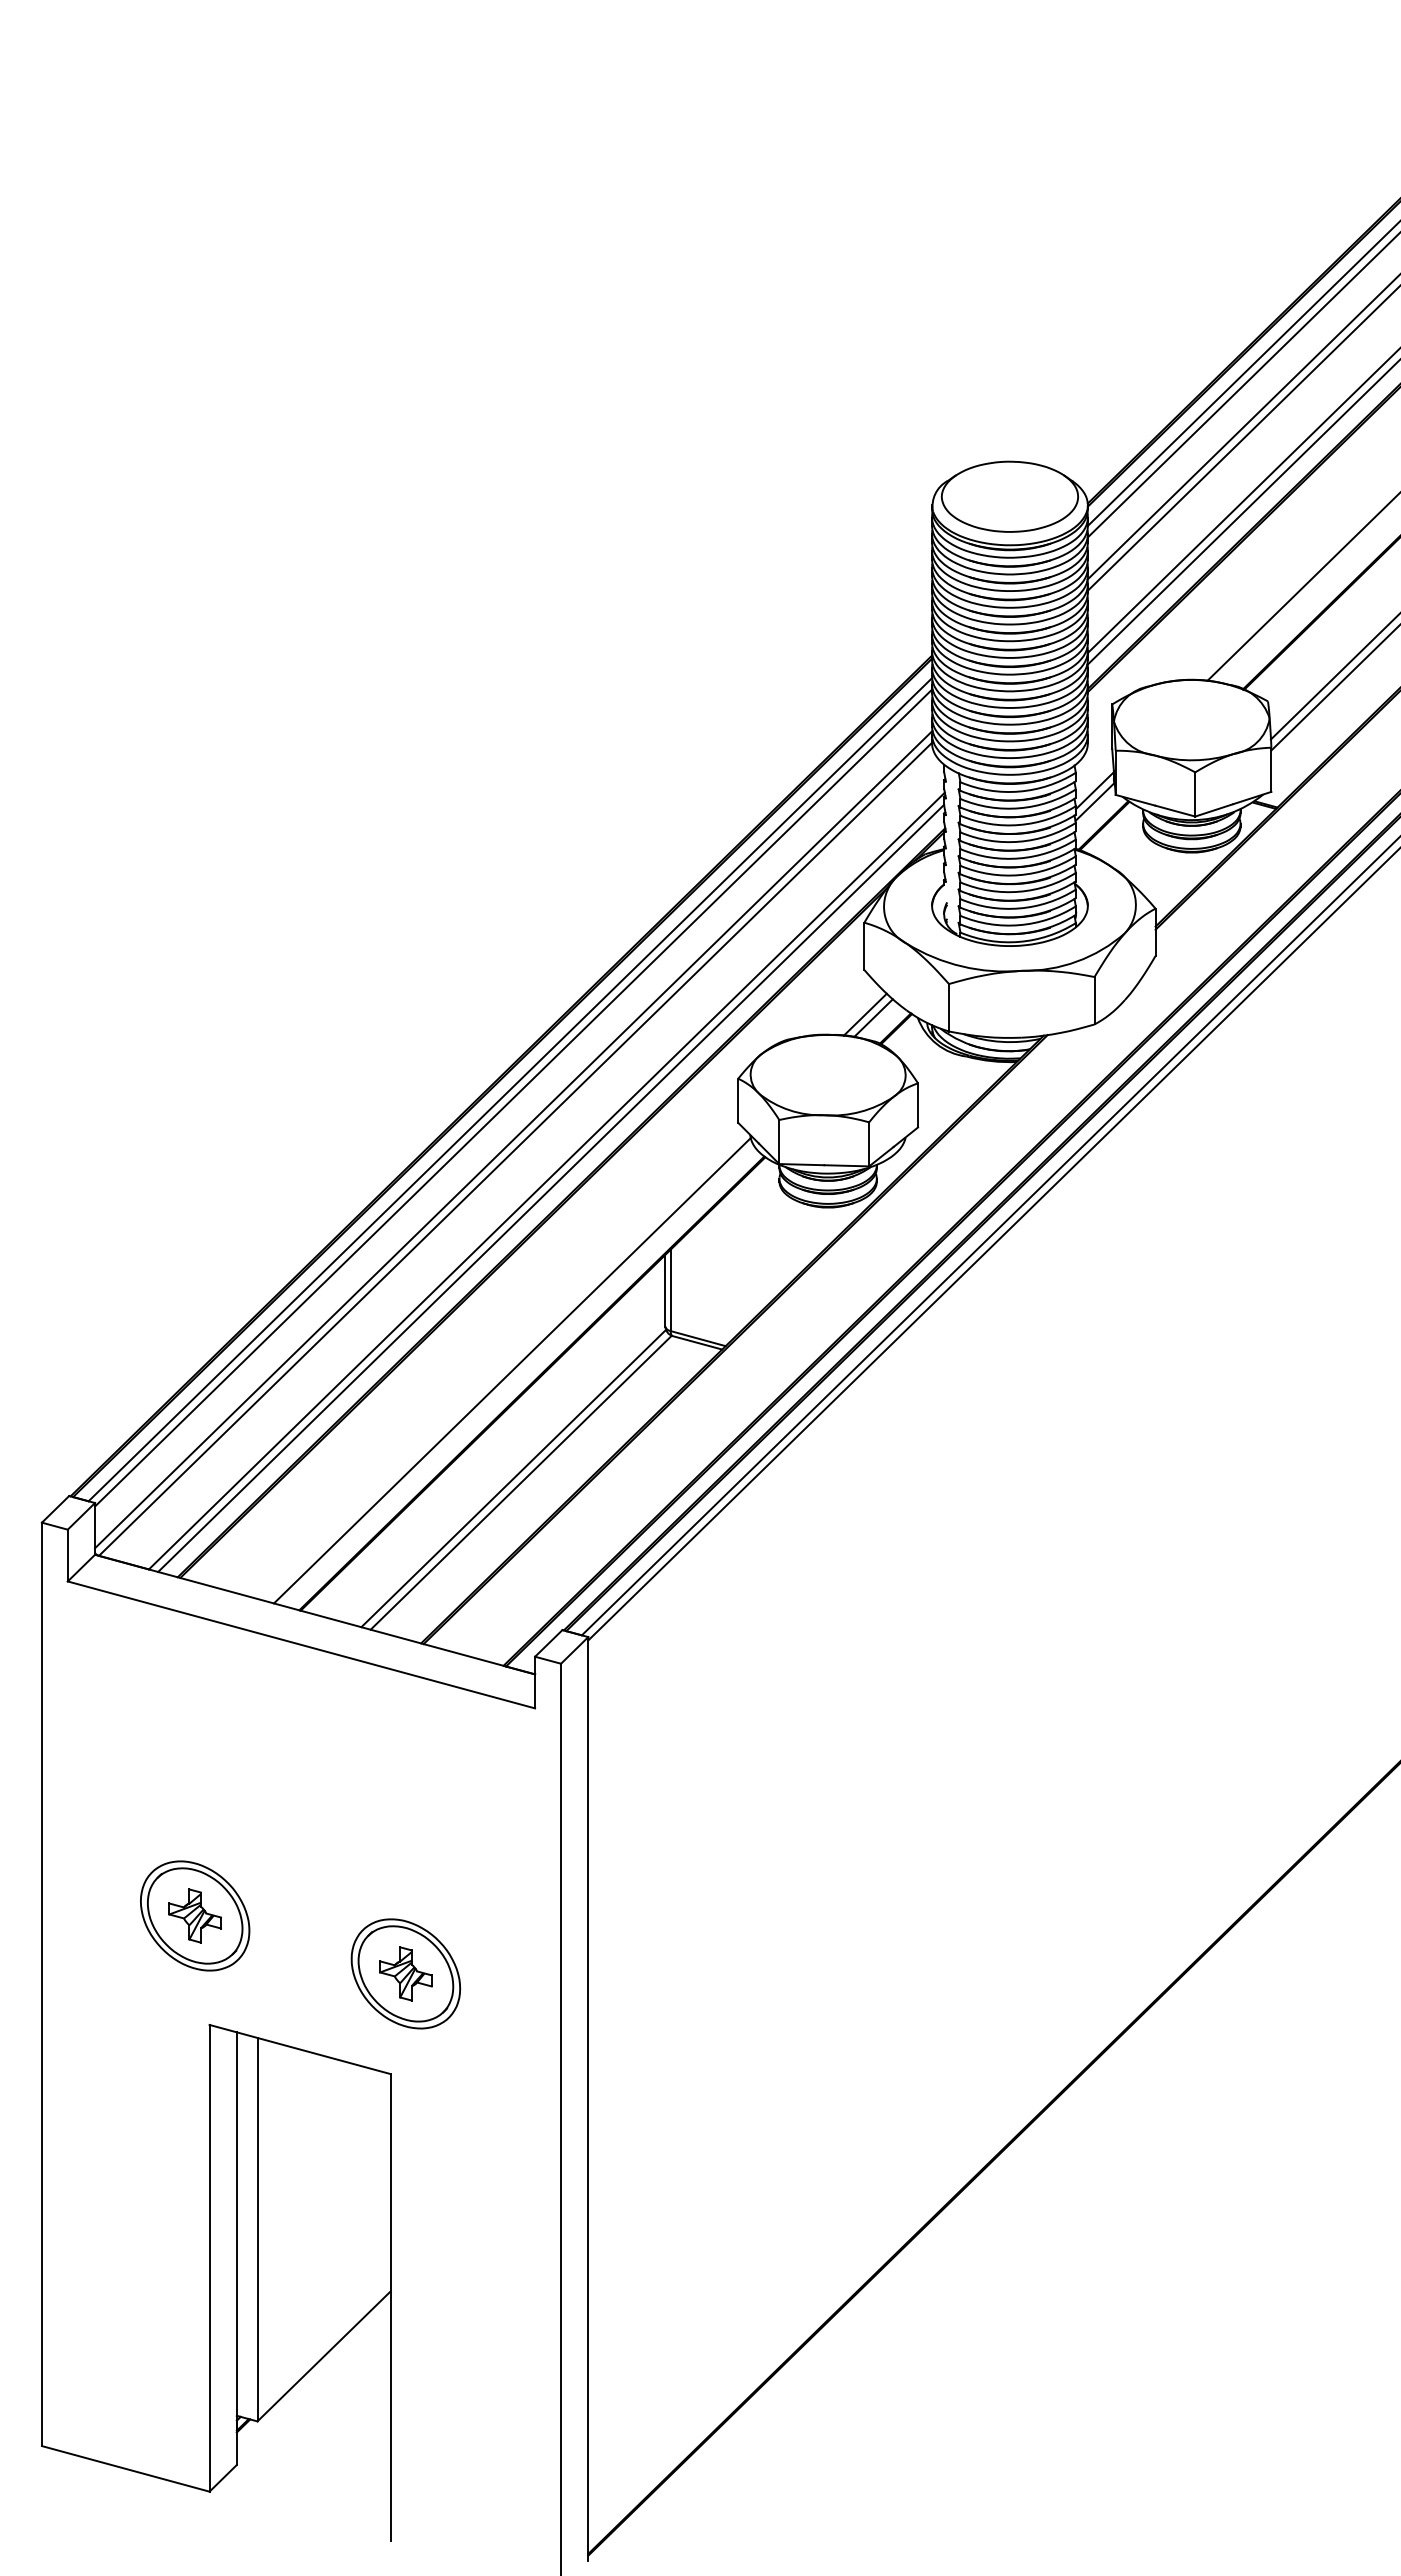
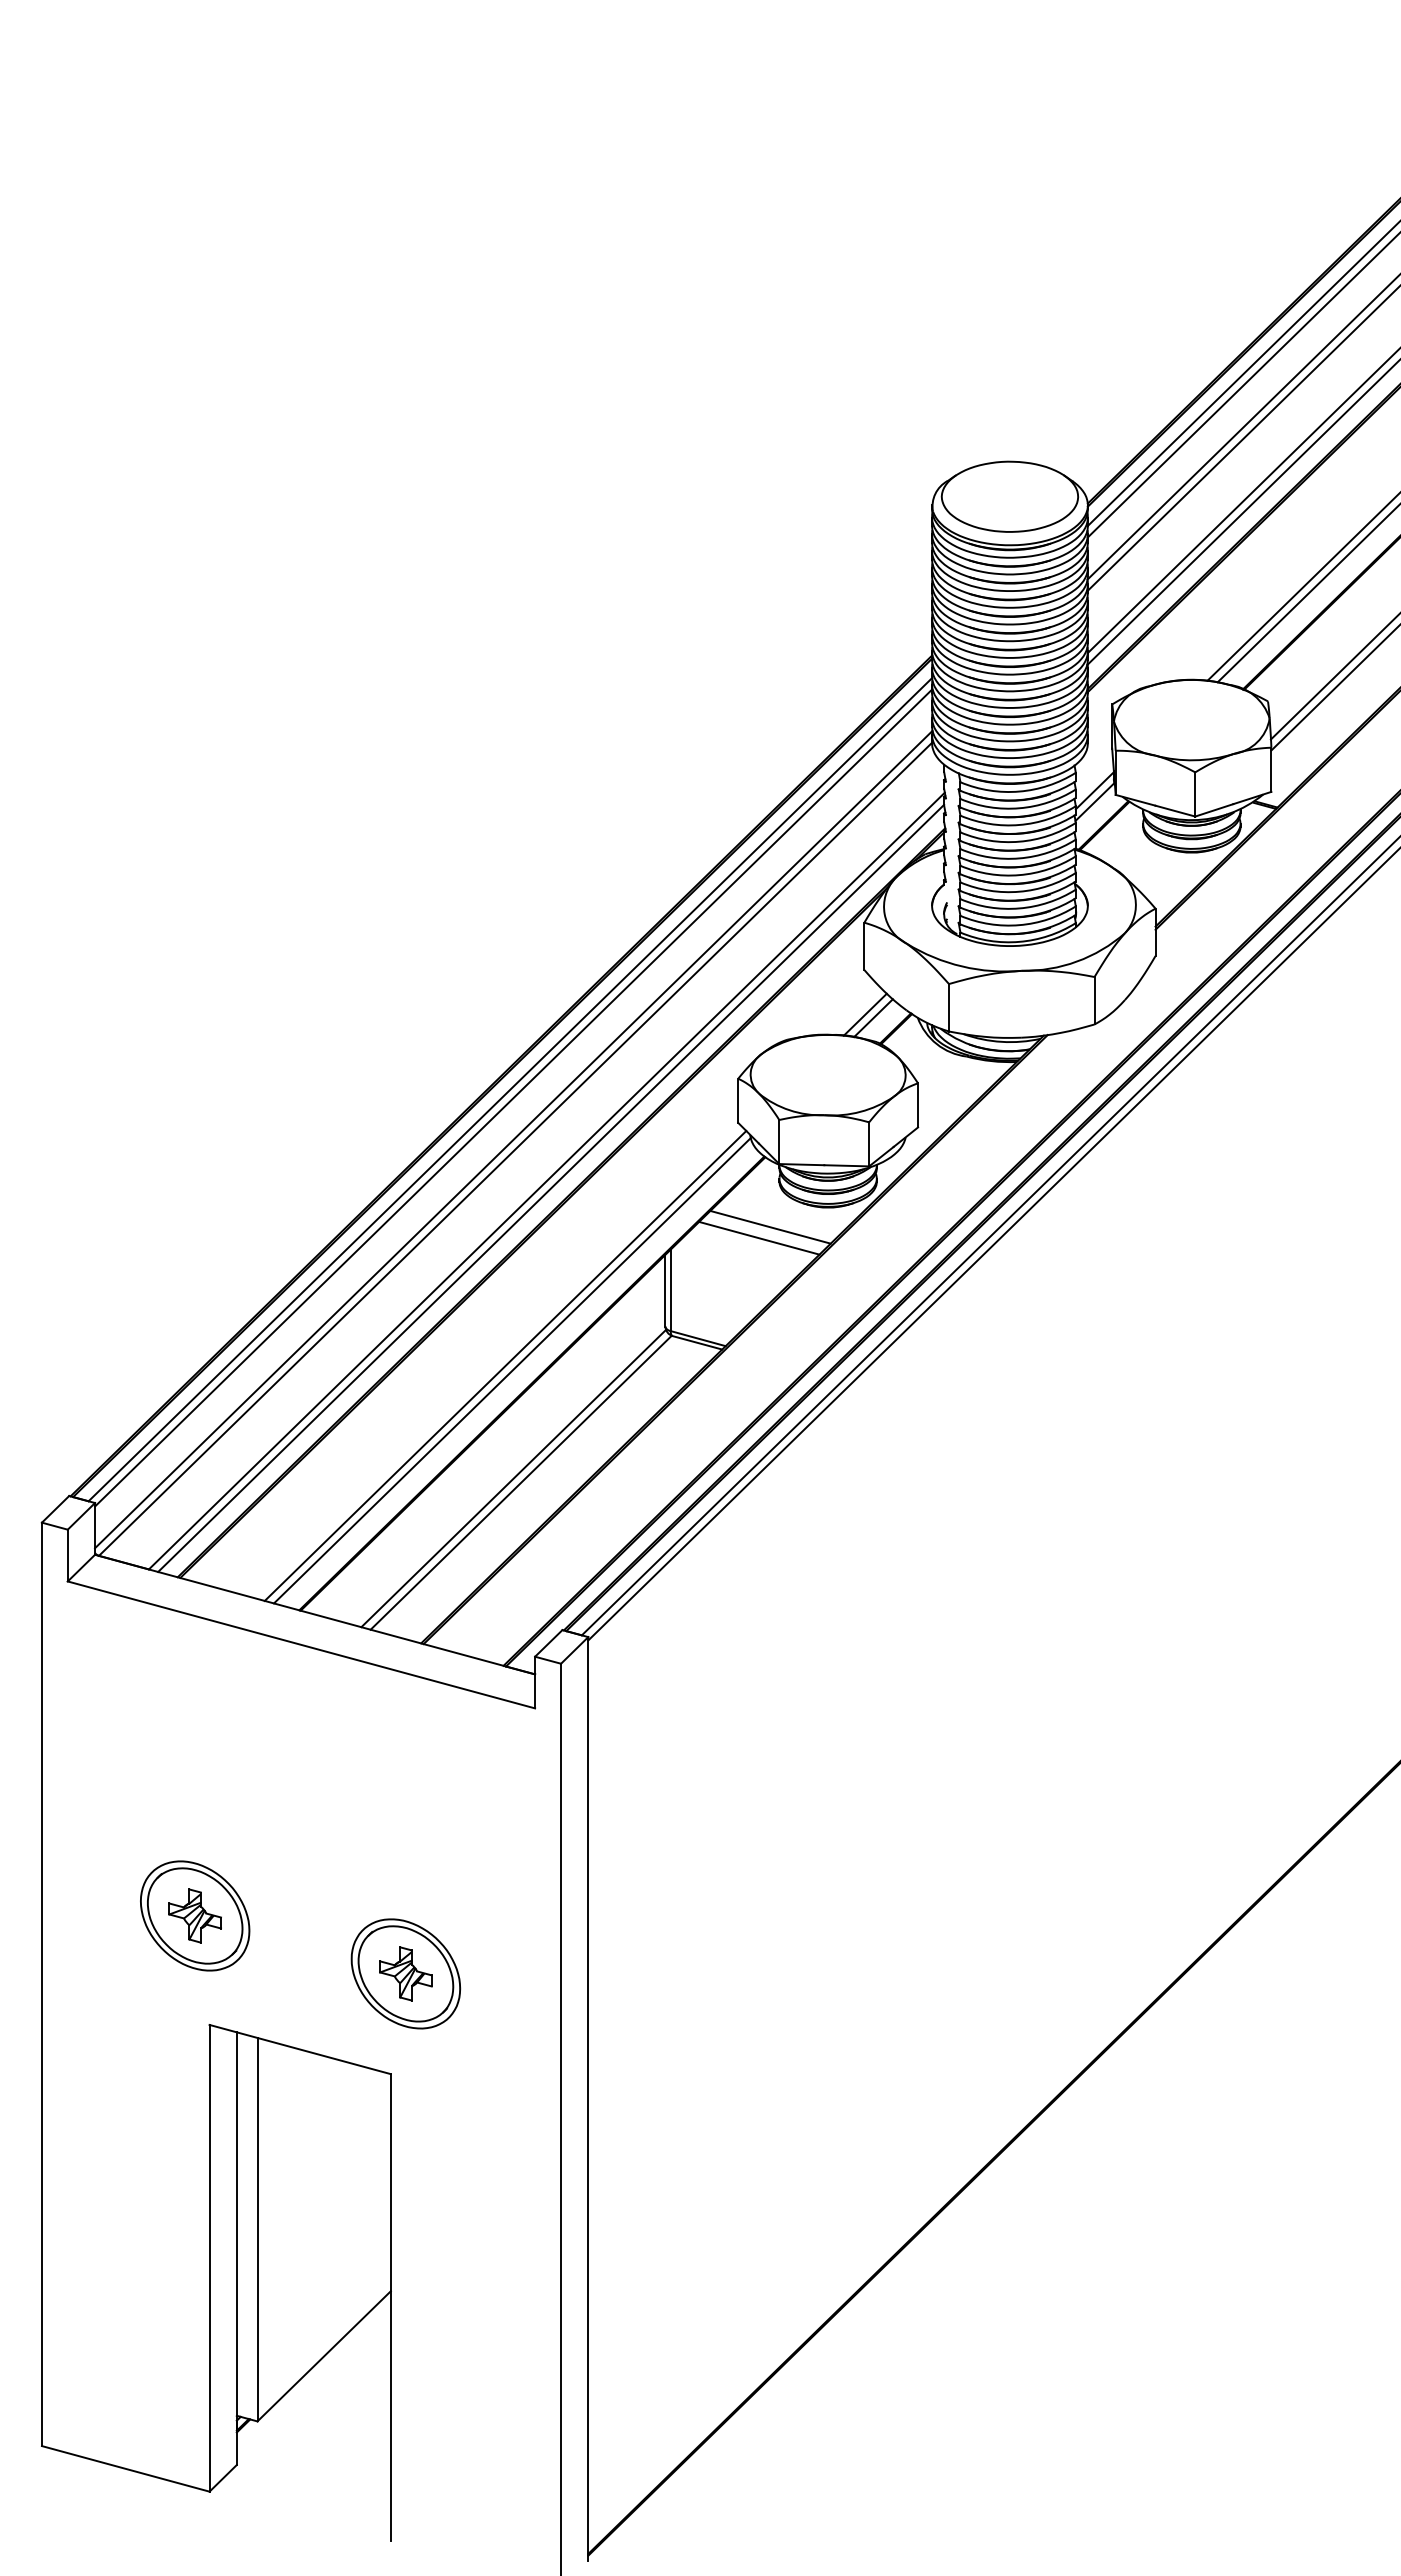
line at (1307, 594): none -> present
line at (770, 1226): none -> present
line at (759, 1237): none -> present
line at (505, 1365): none -> present
